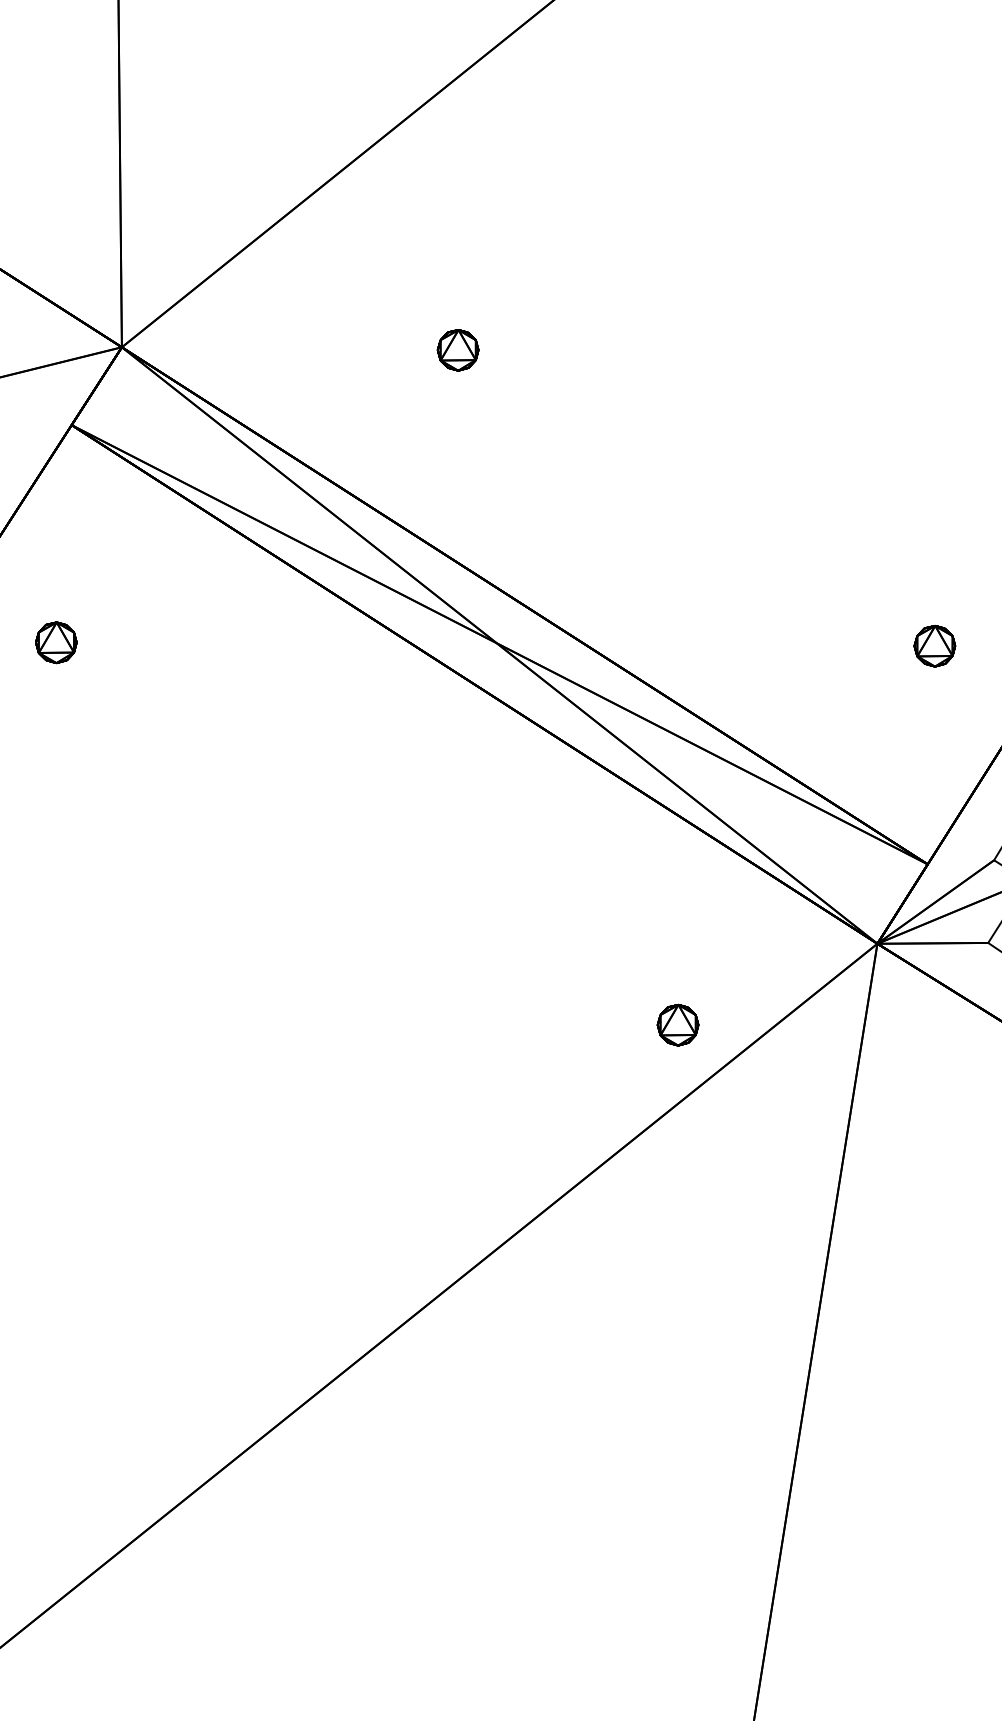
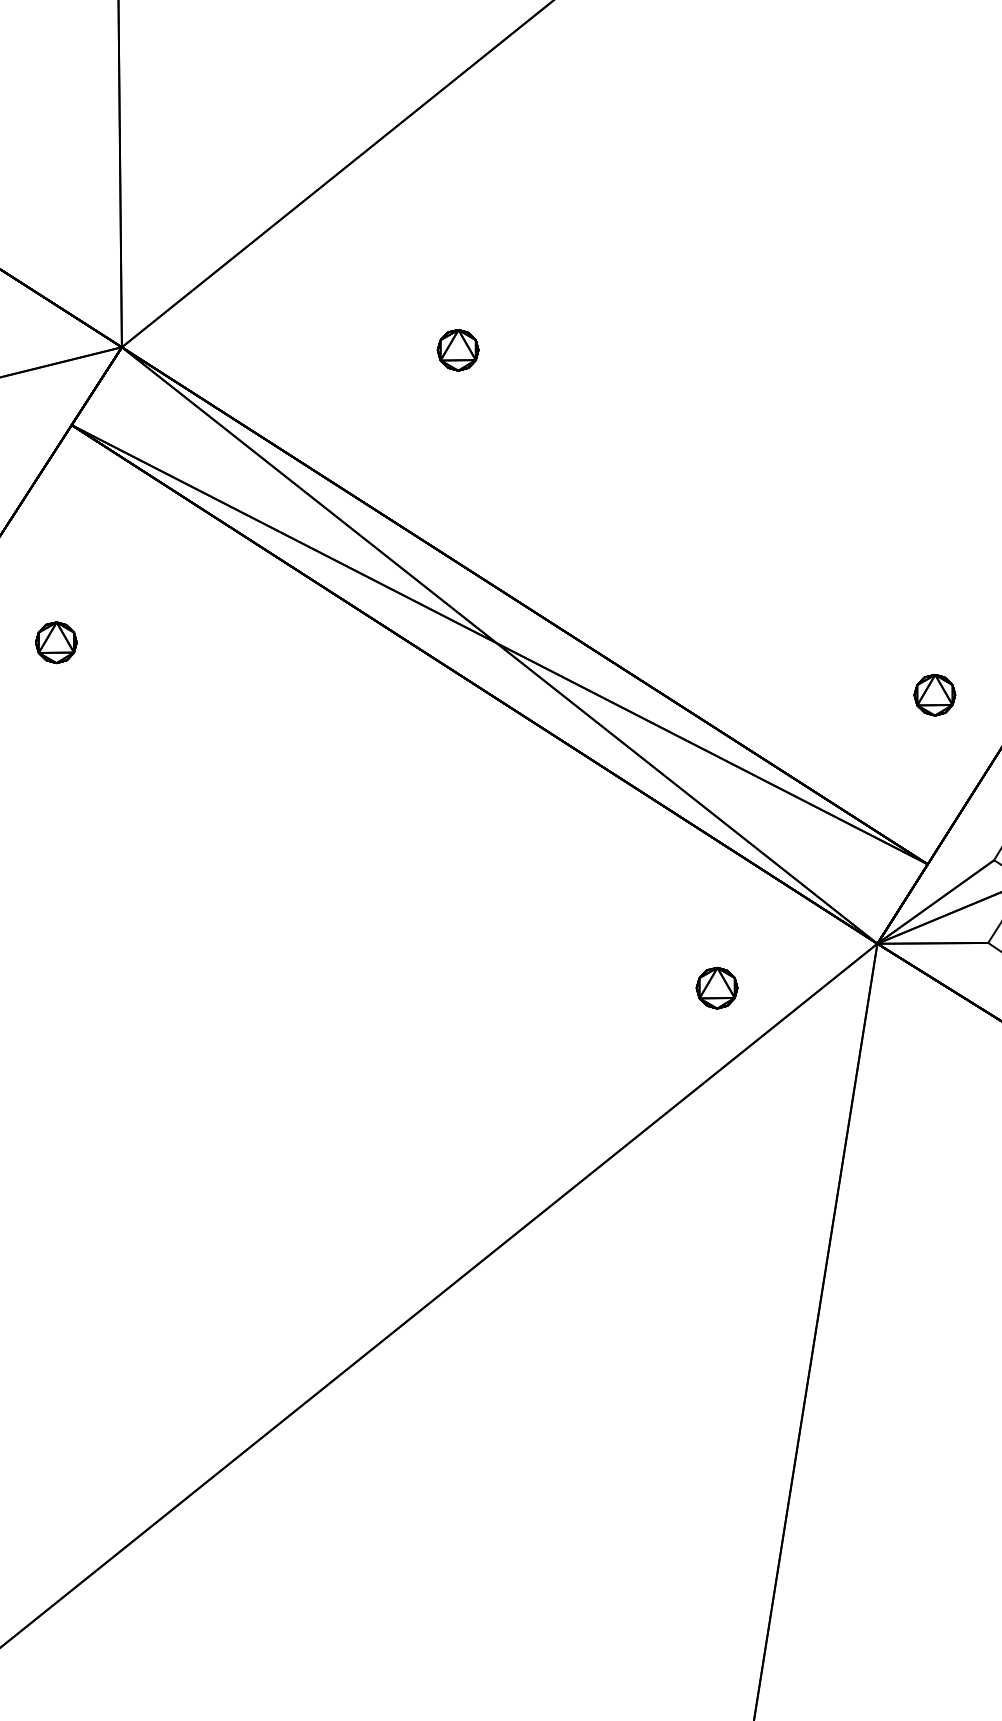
part at (934, 645) position: (934, 645) -> (934, 694)
part at (677, 1024) position: (677, 1024) -> (716, 987)
